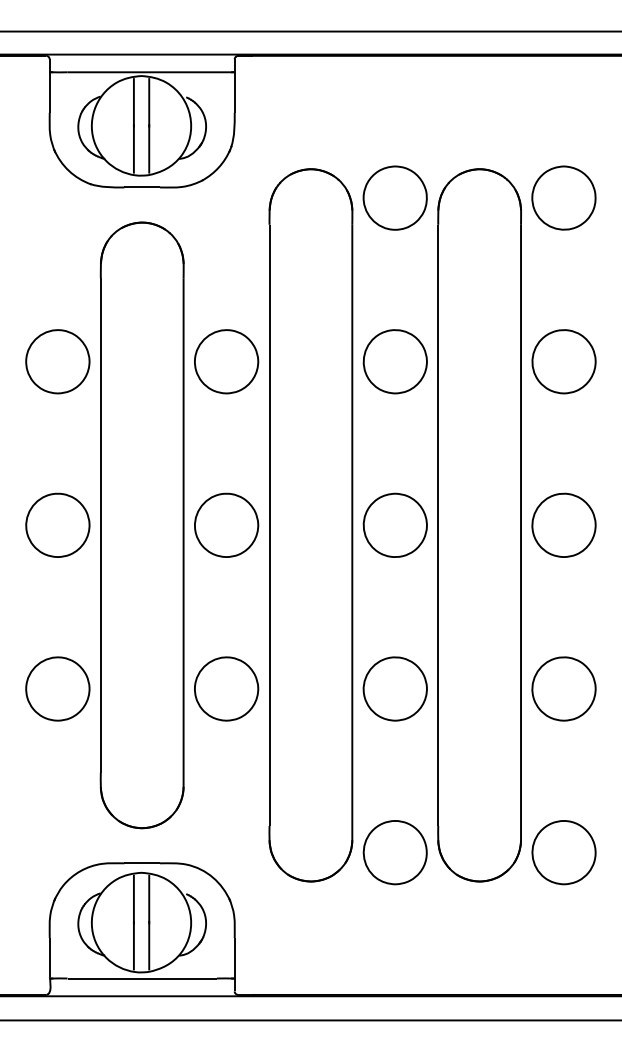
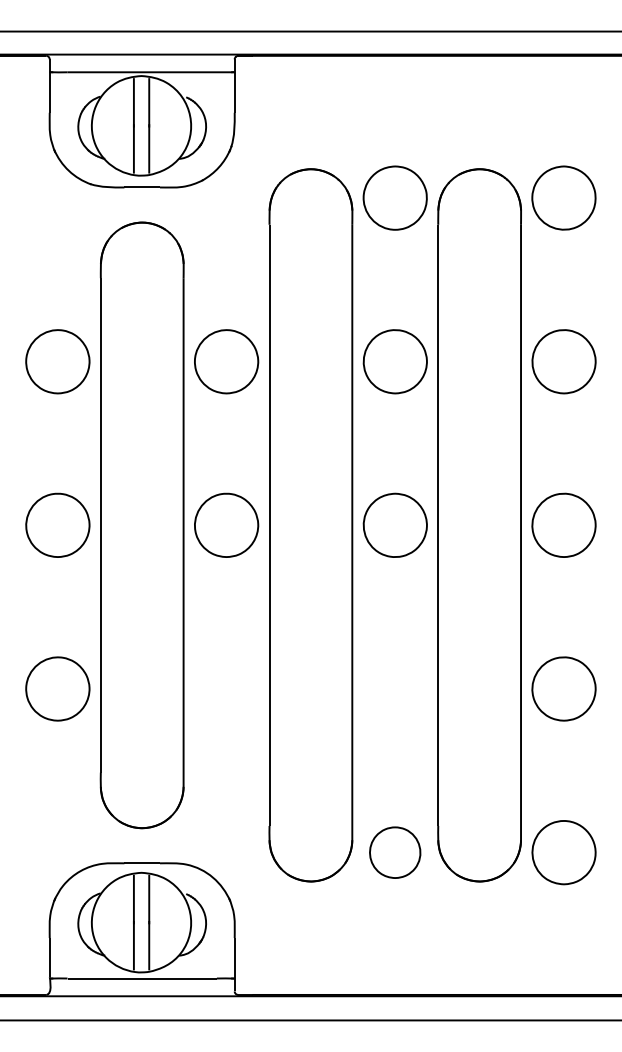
part at (226, 688): present -> none
part at (394, 688): present -> none
part at (394, 852) size: 66x66 px -> 53x53 px
